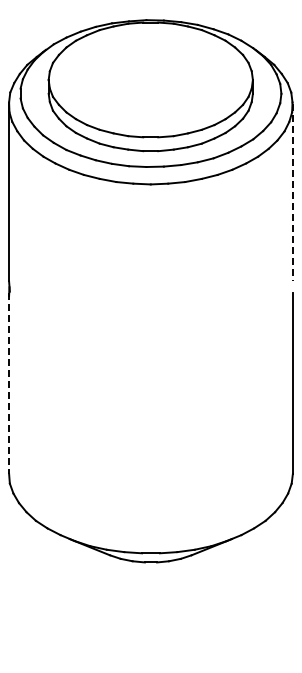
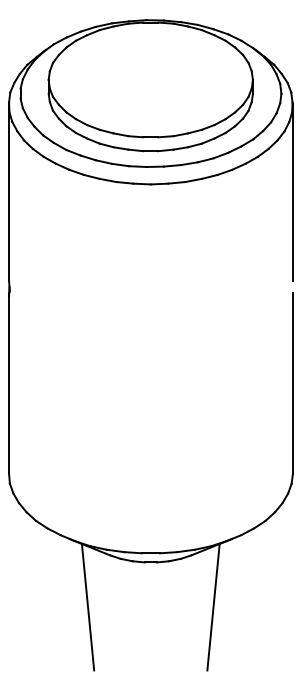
line at (292, 193): dashed -> solid
line at (9, 383): dashed -> solid
line at (87, 606): none -> present
line at (213, 606): none -> present
